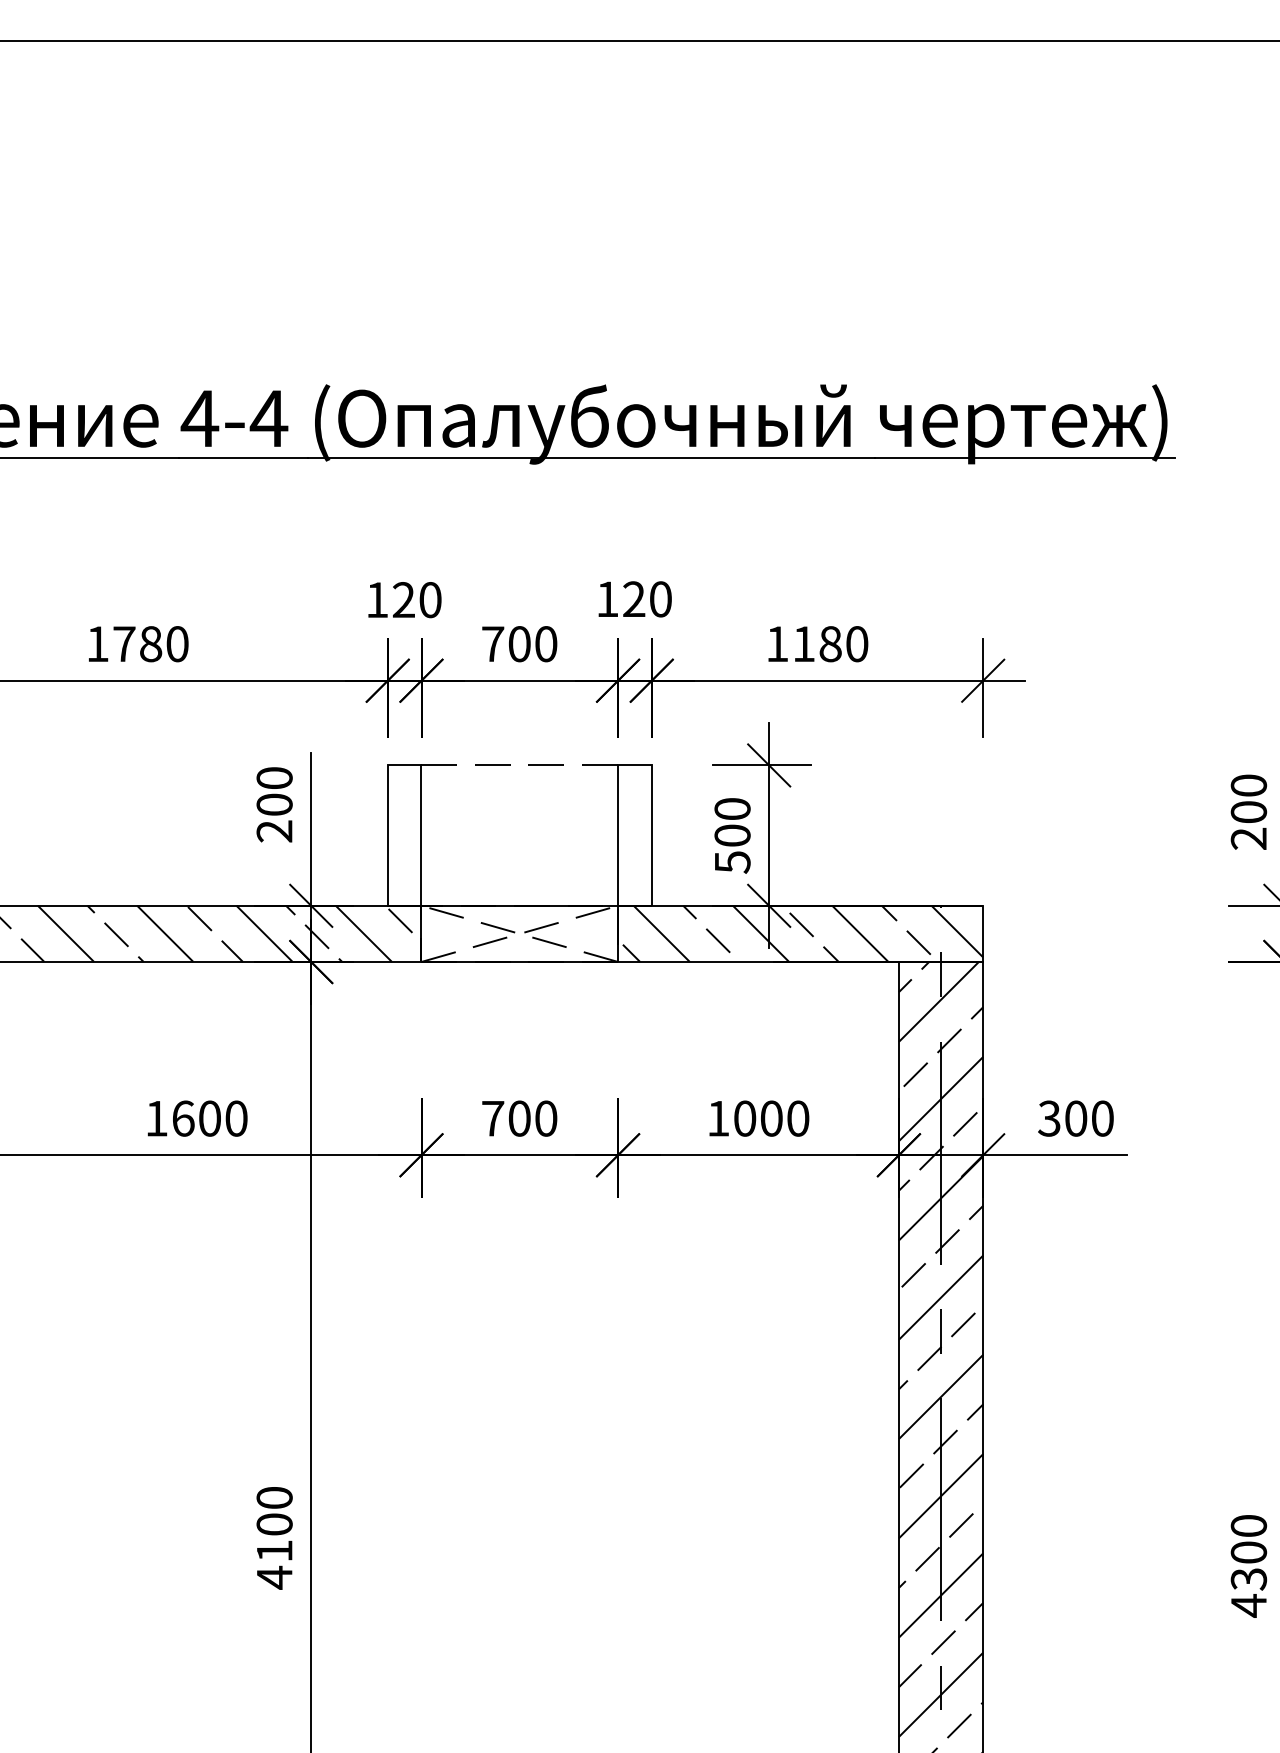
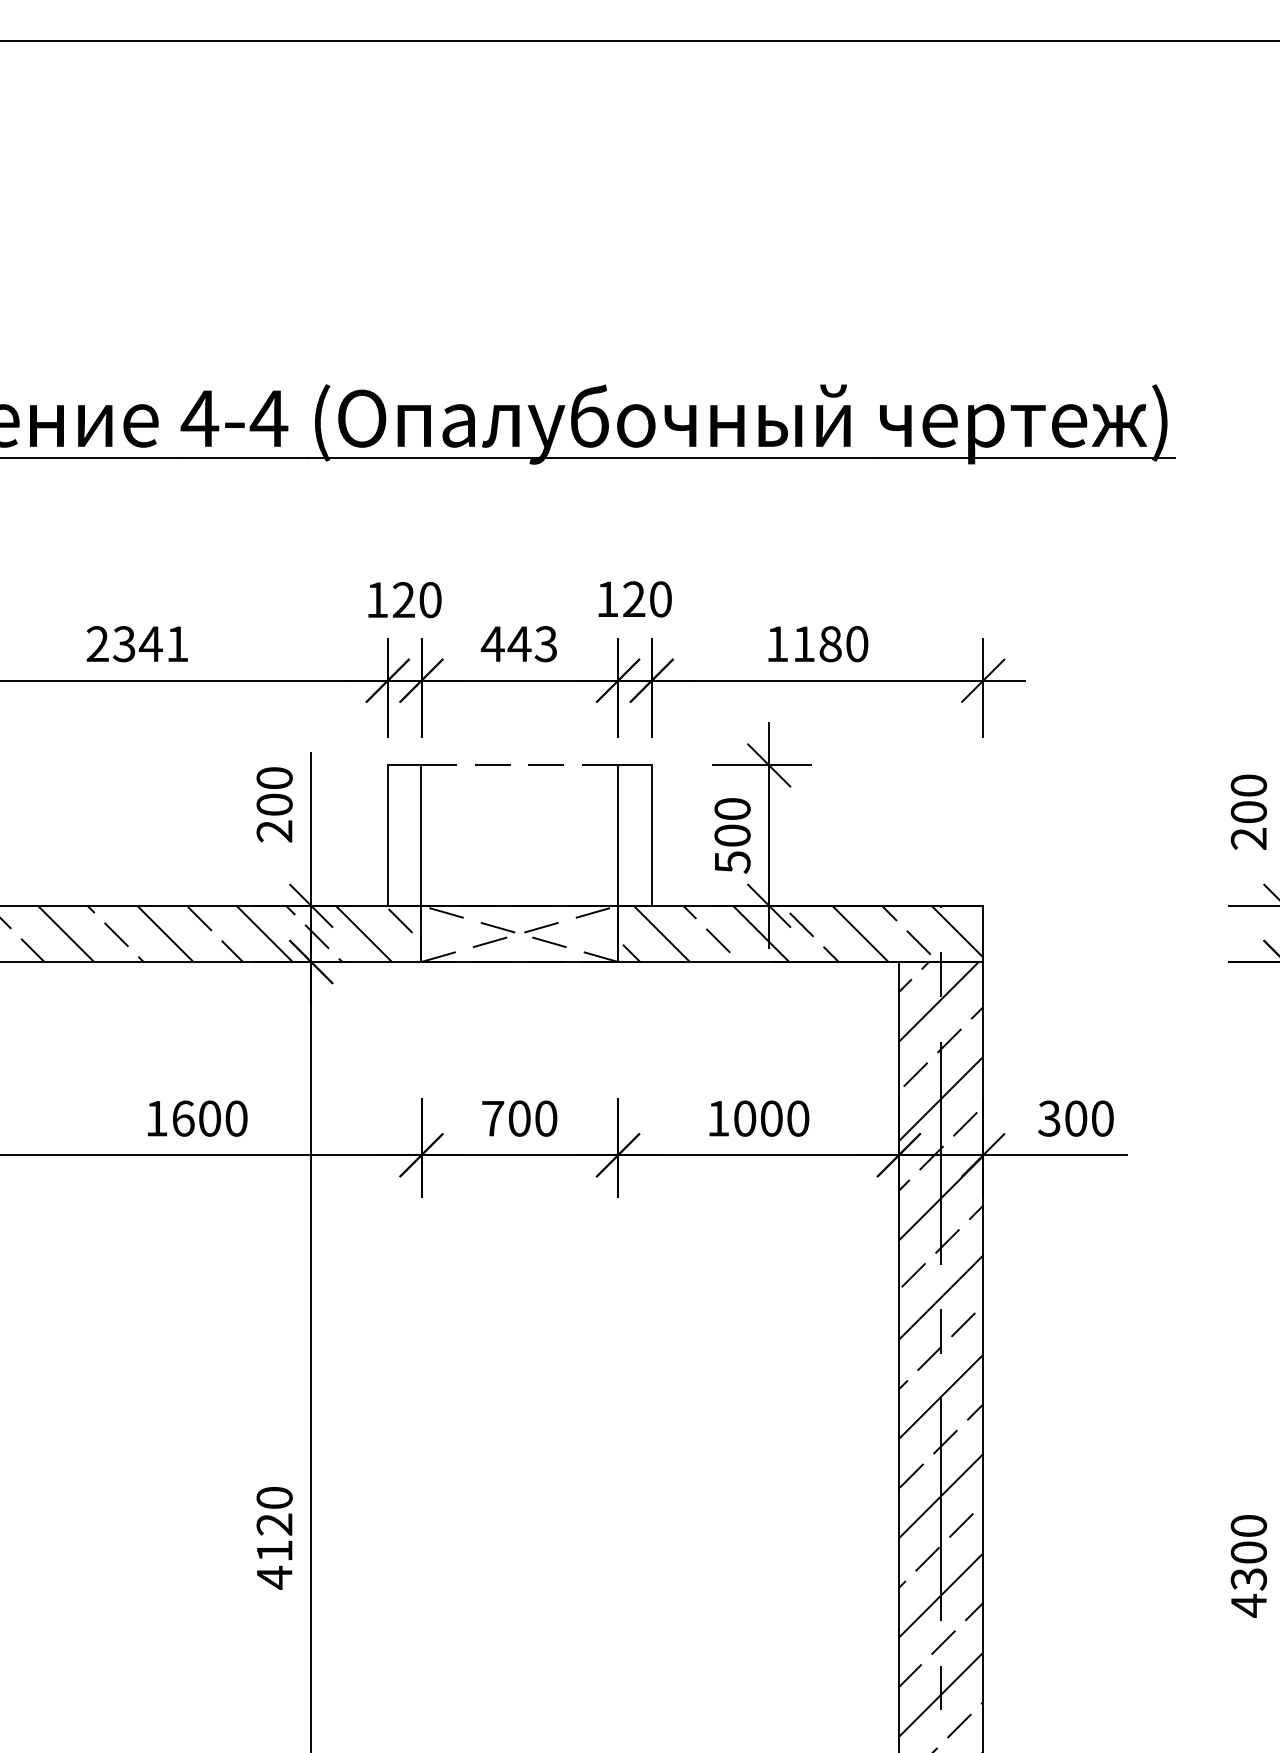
text at (137, 644): 1780 -> 2341
text at (518, 644): 700 -> 443
text at (274, 1524): 4100 -> 4120
